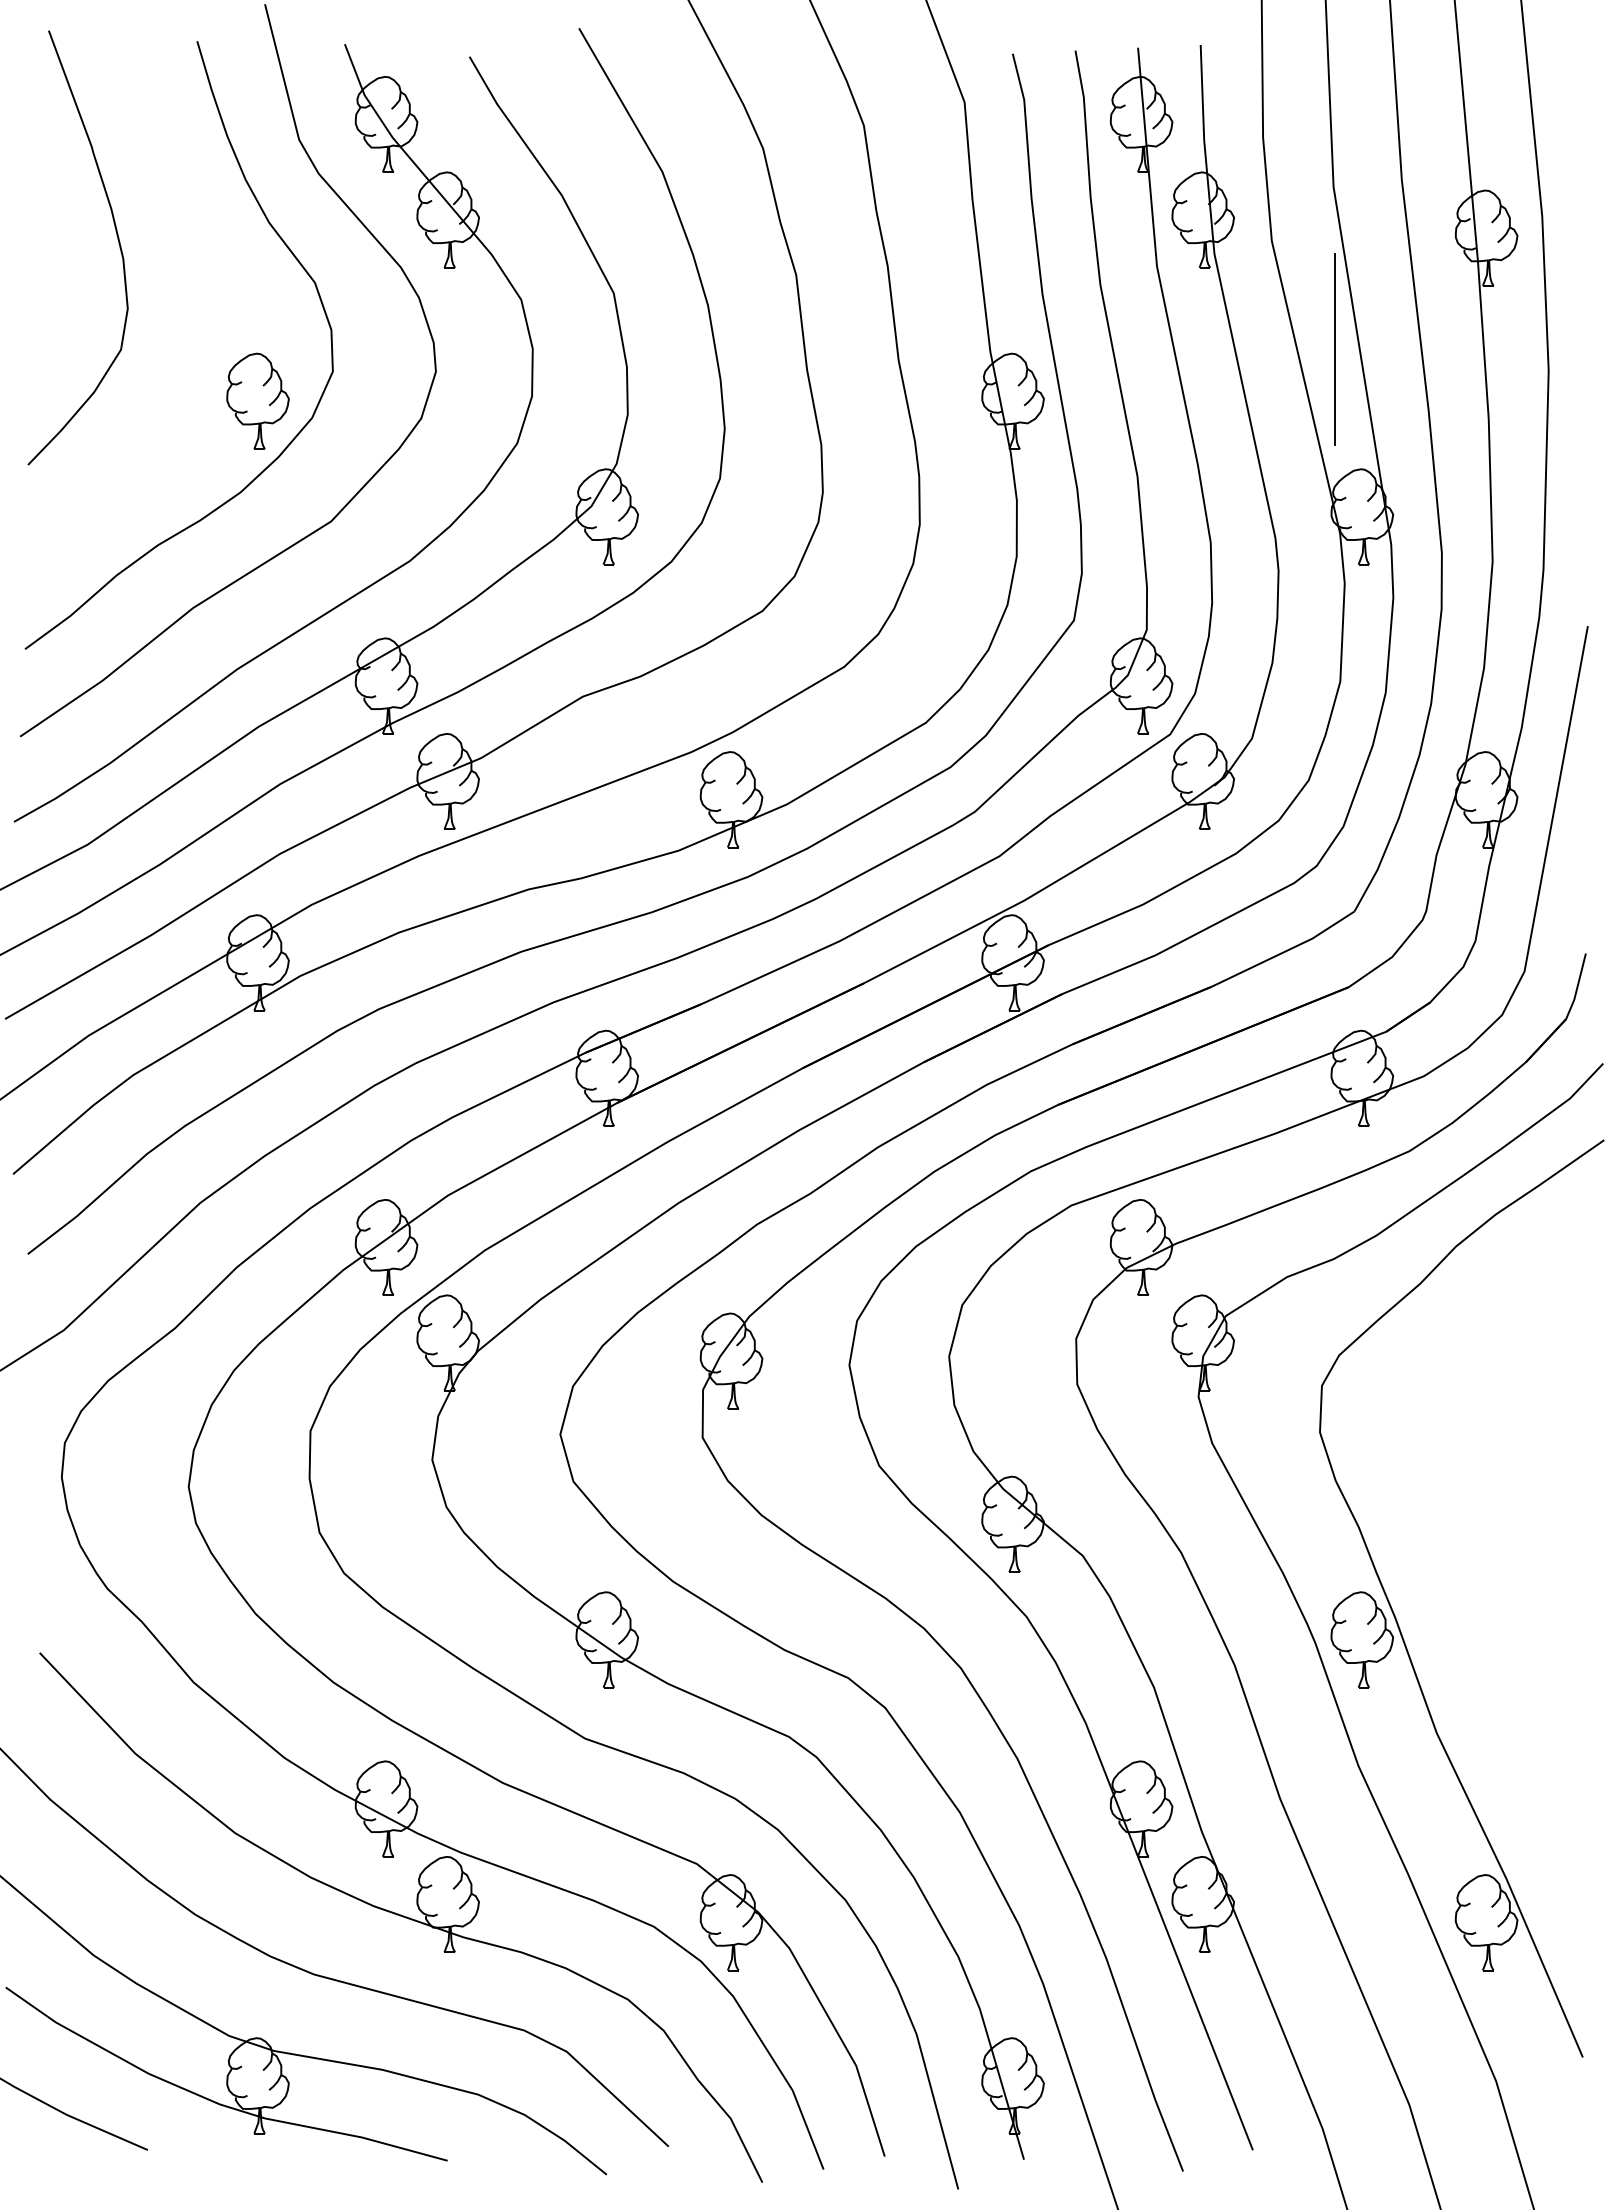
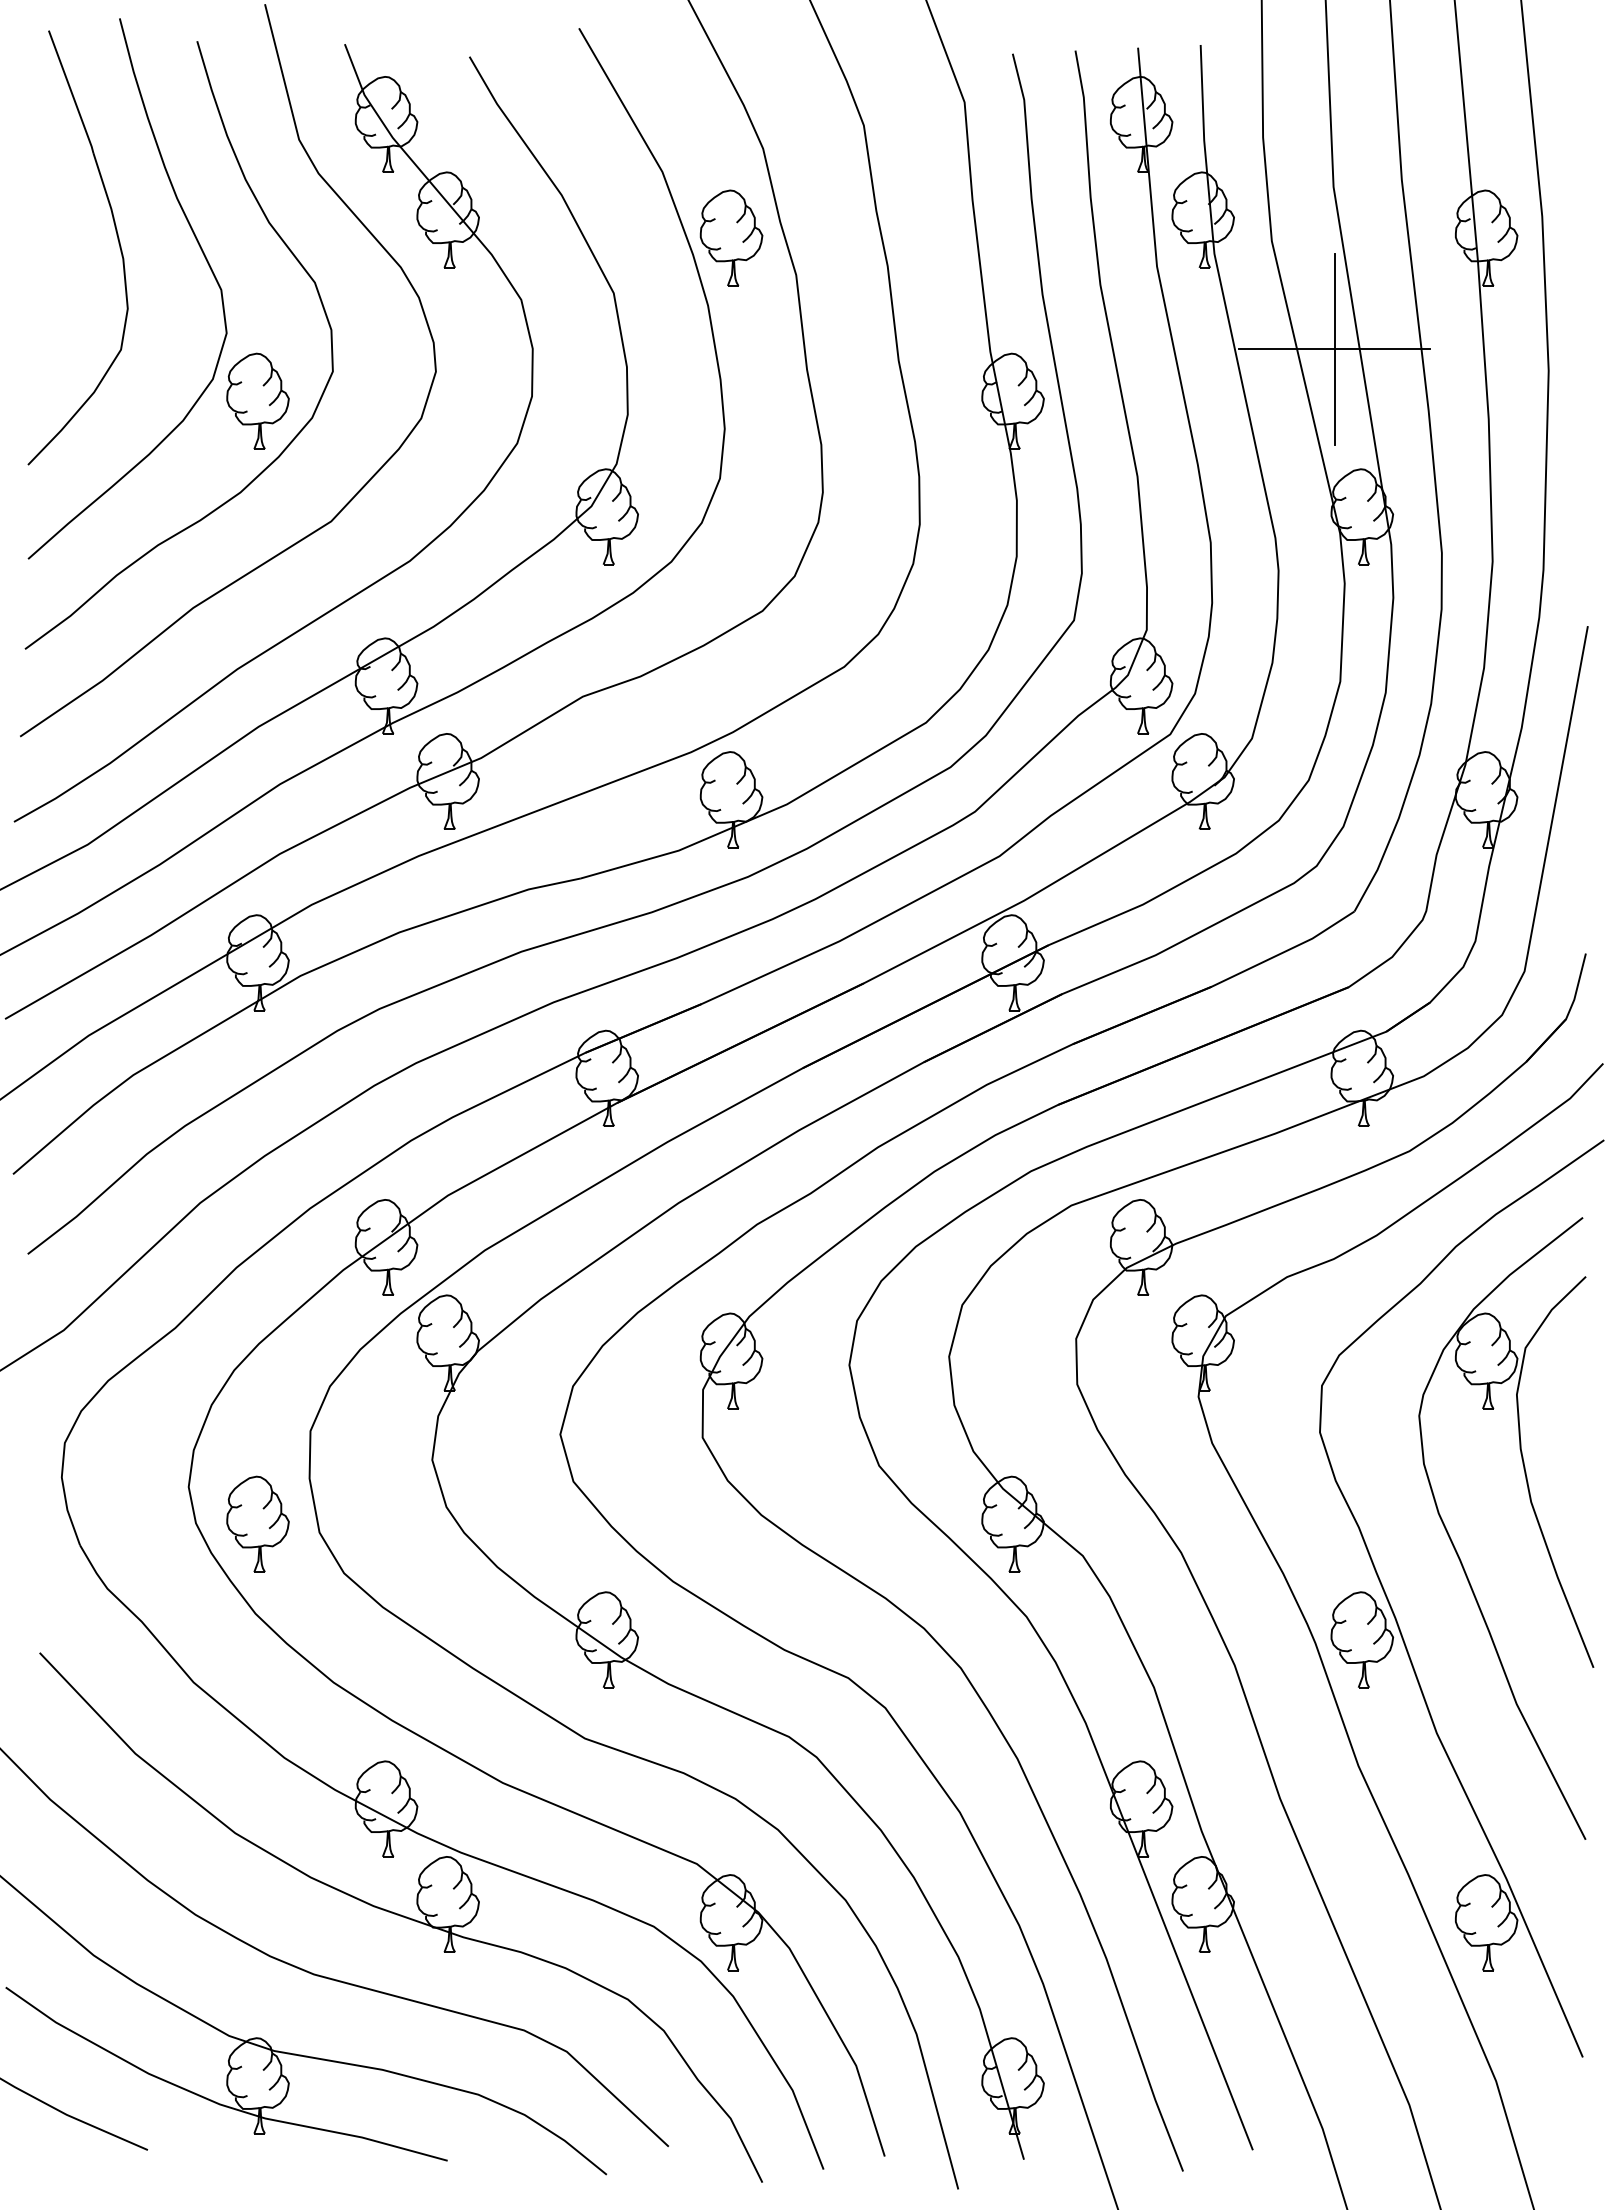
part at (731, 237): none -> present
curve at (201, 251): none -> present
line at (1334, 349): none -> present
part at (1535, 1517): none -> present
part at (257, 1523): none -> present
